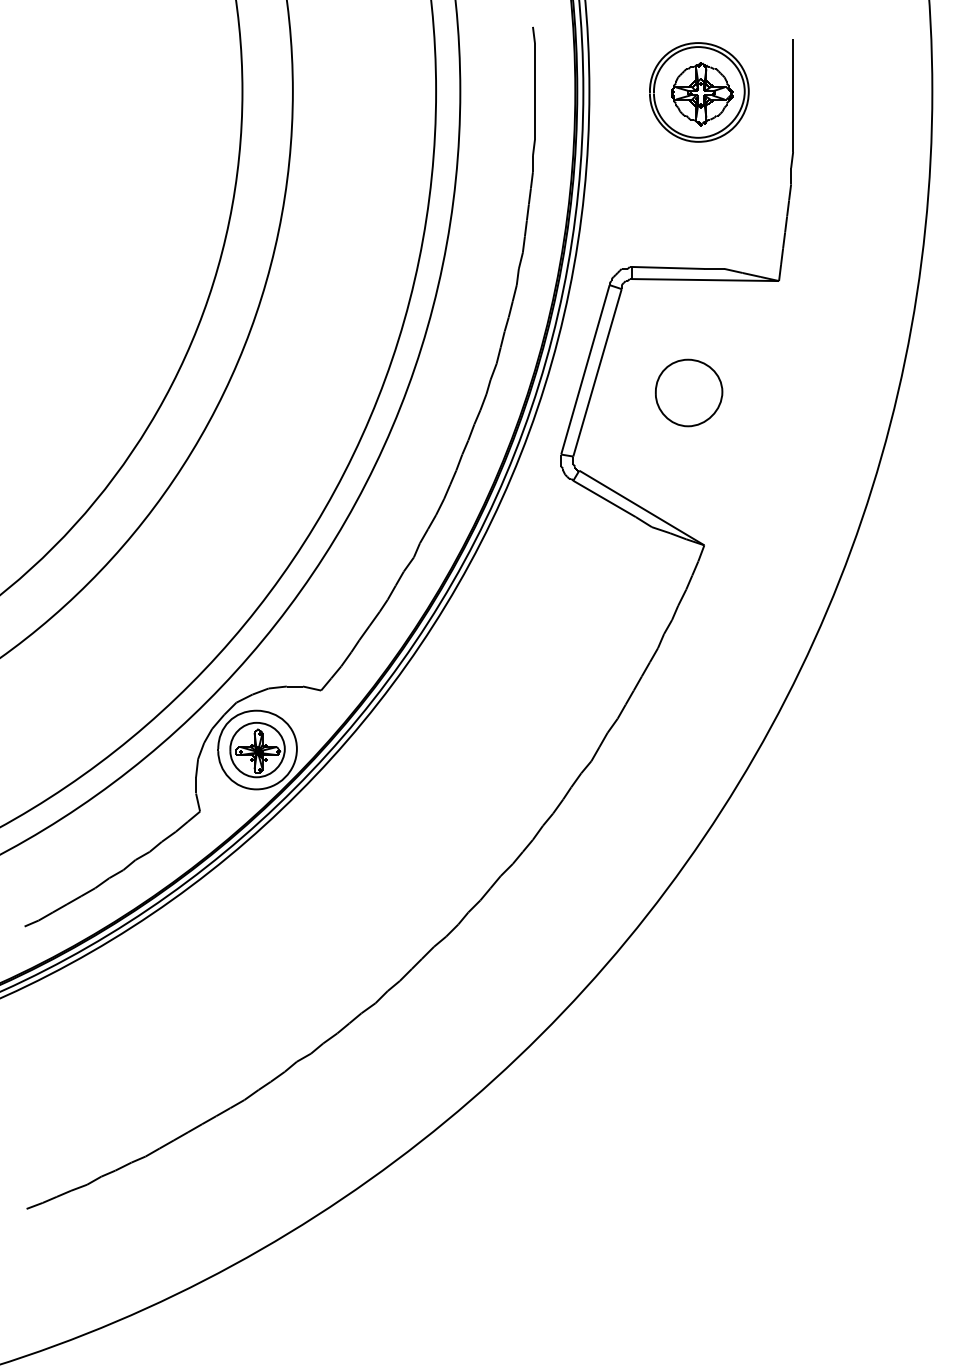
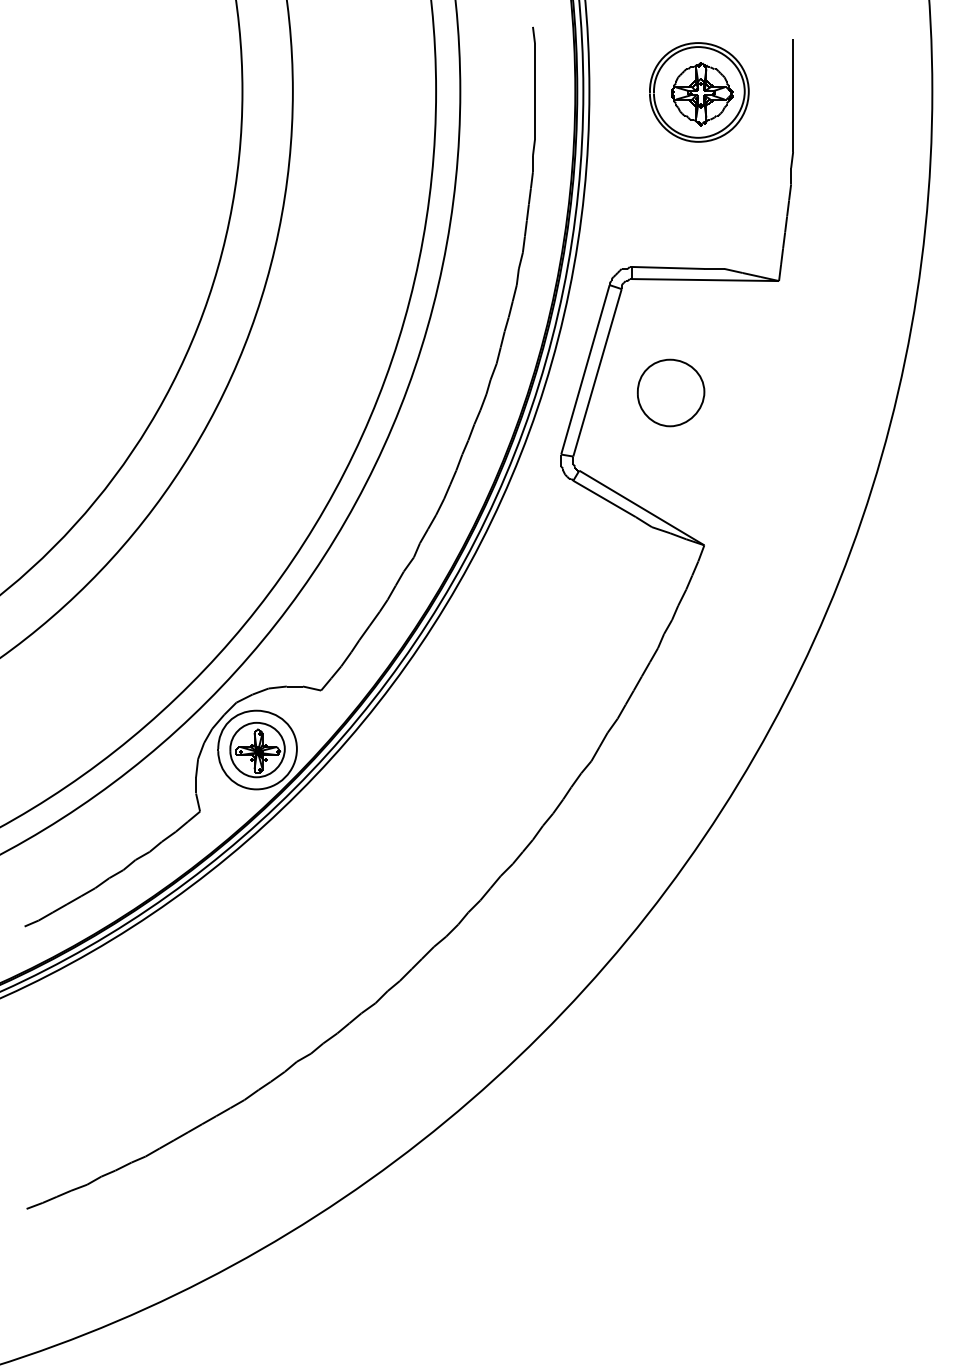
part at (688, 392) position: (688, 392) -> (670, 392)
